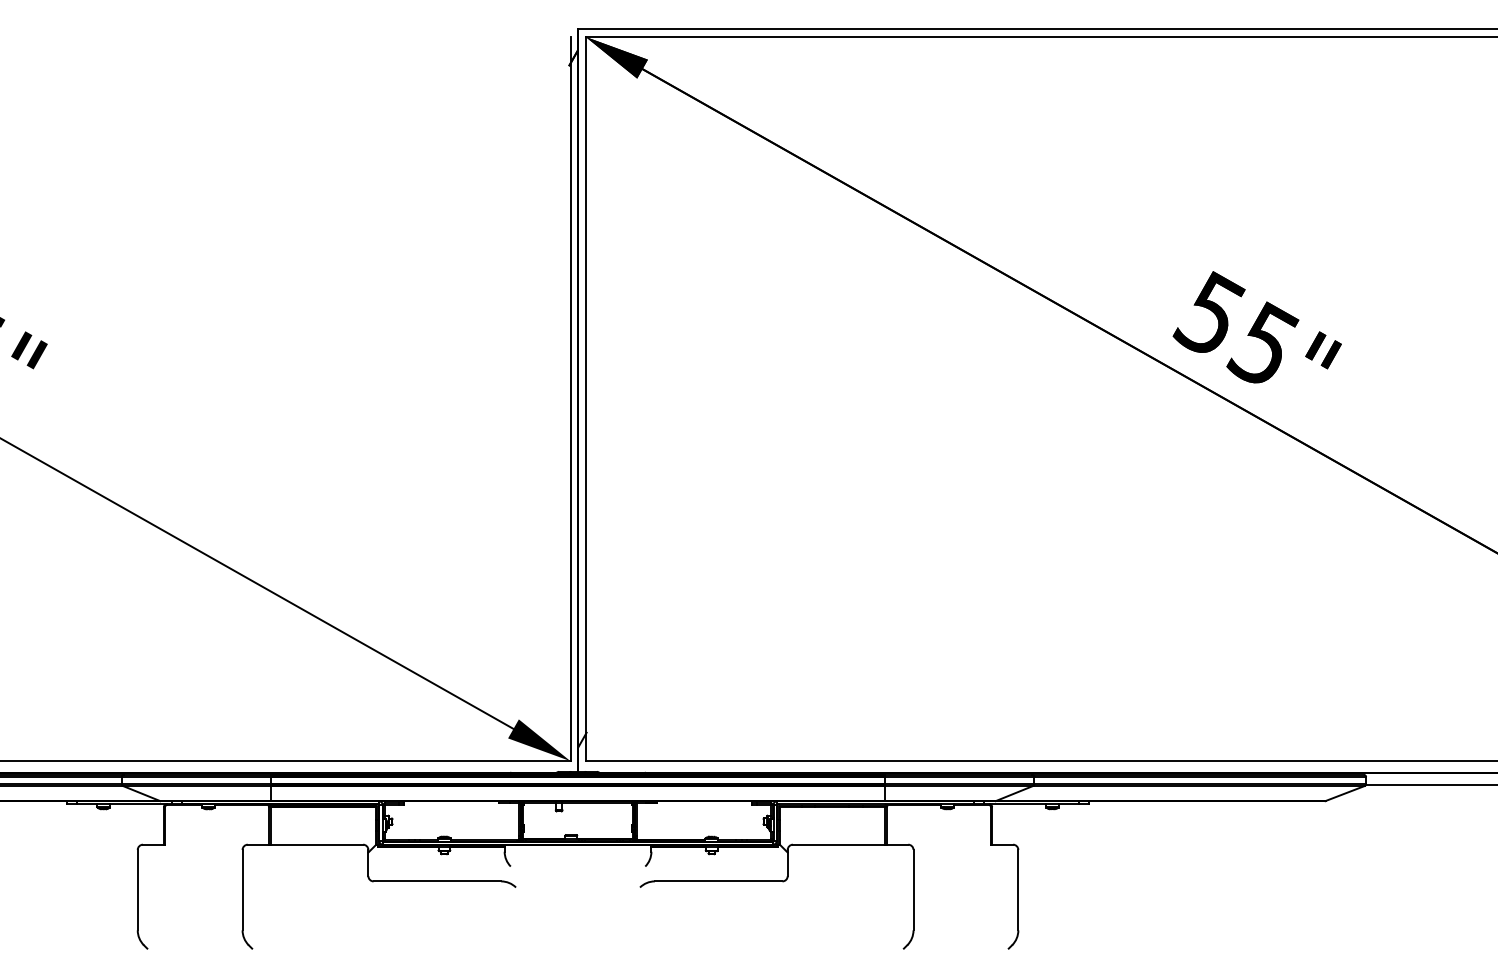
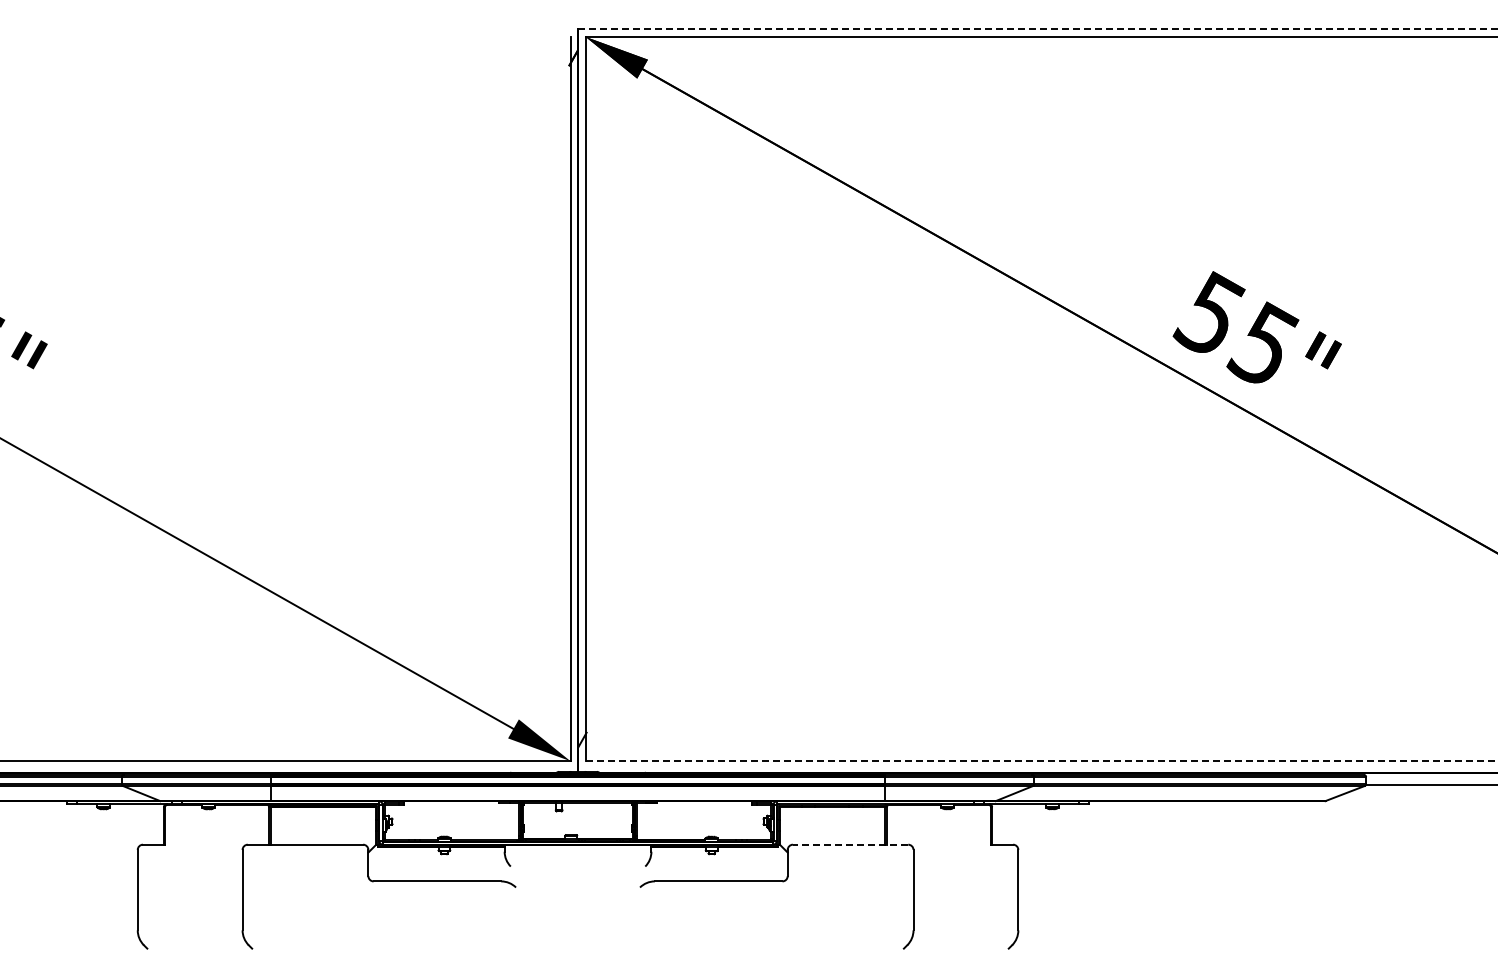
line at (1037, 29): solid -> dashed
line at (1041, 761): solid -> dashed
line at (850, 844): solid -> dashed
